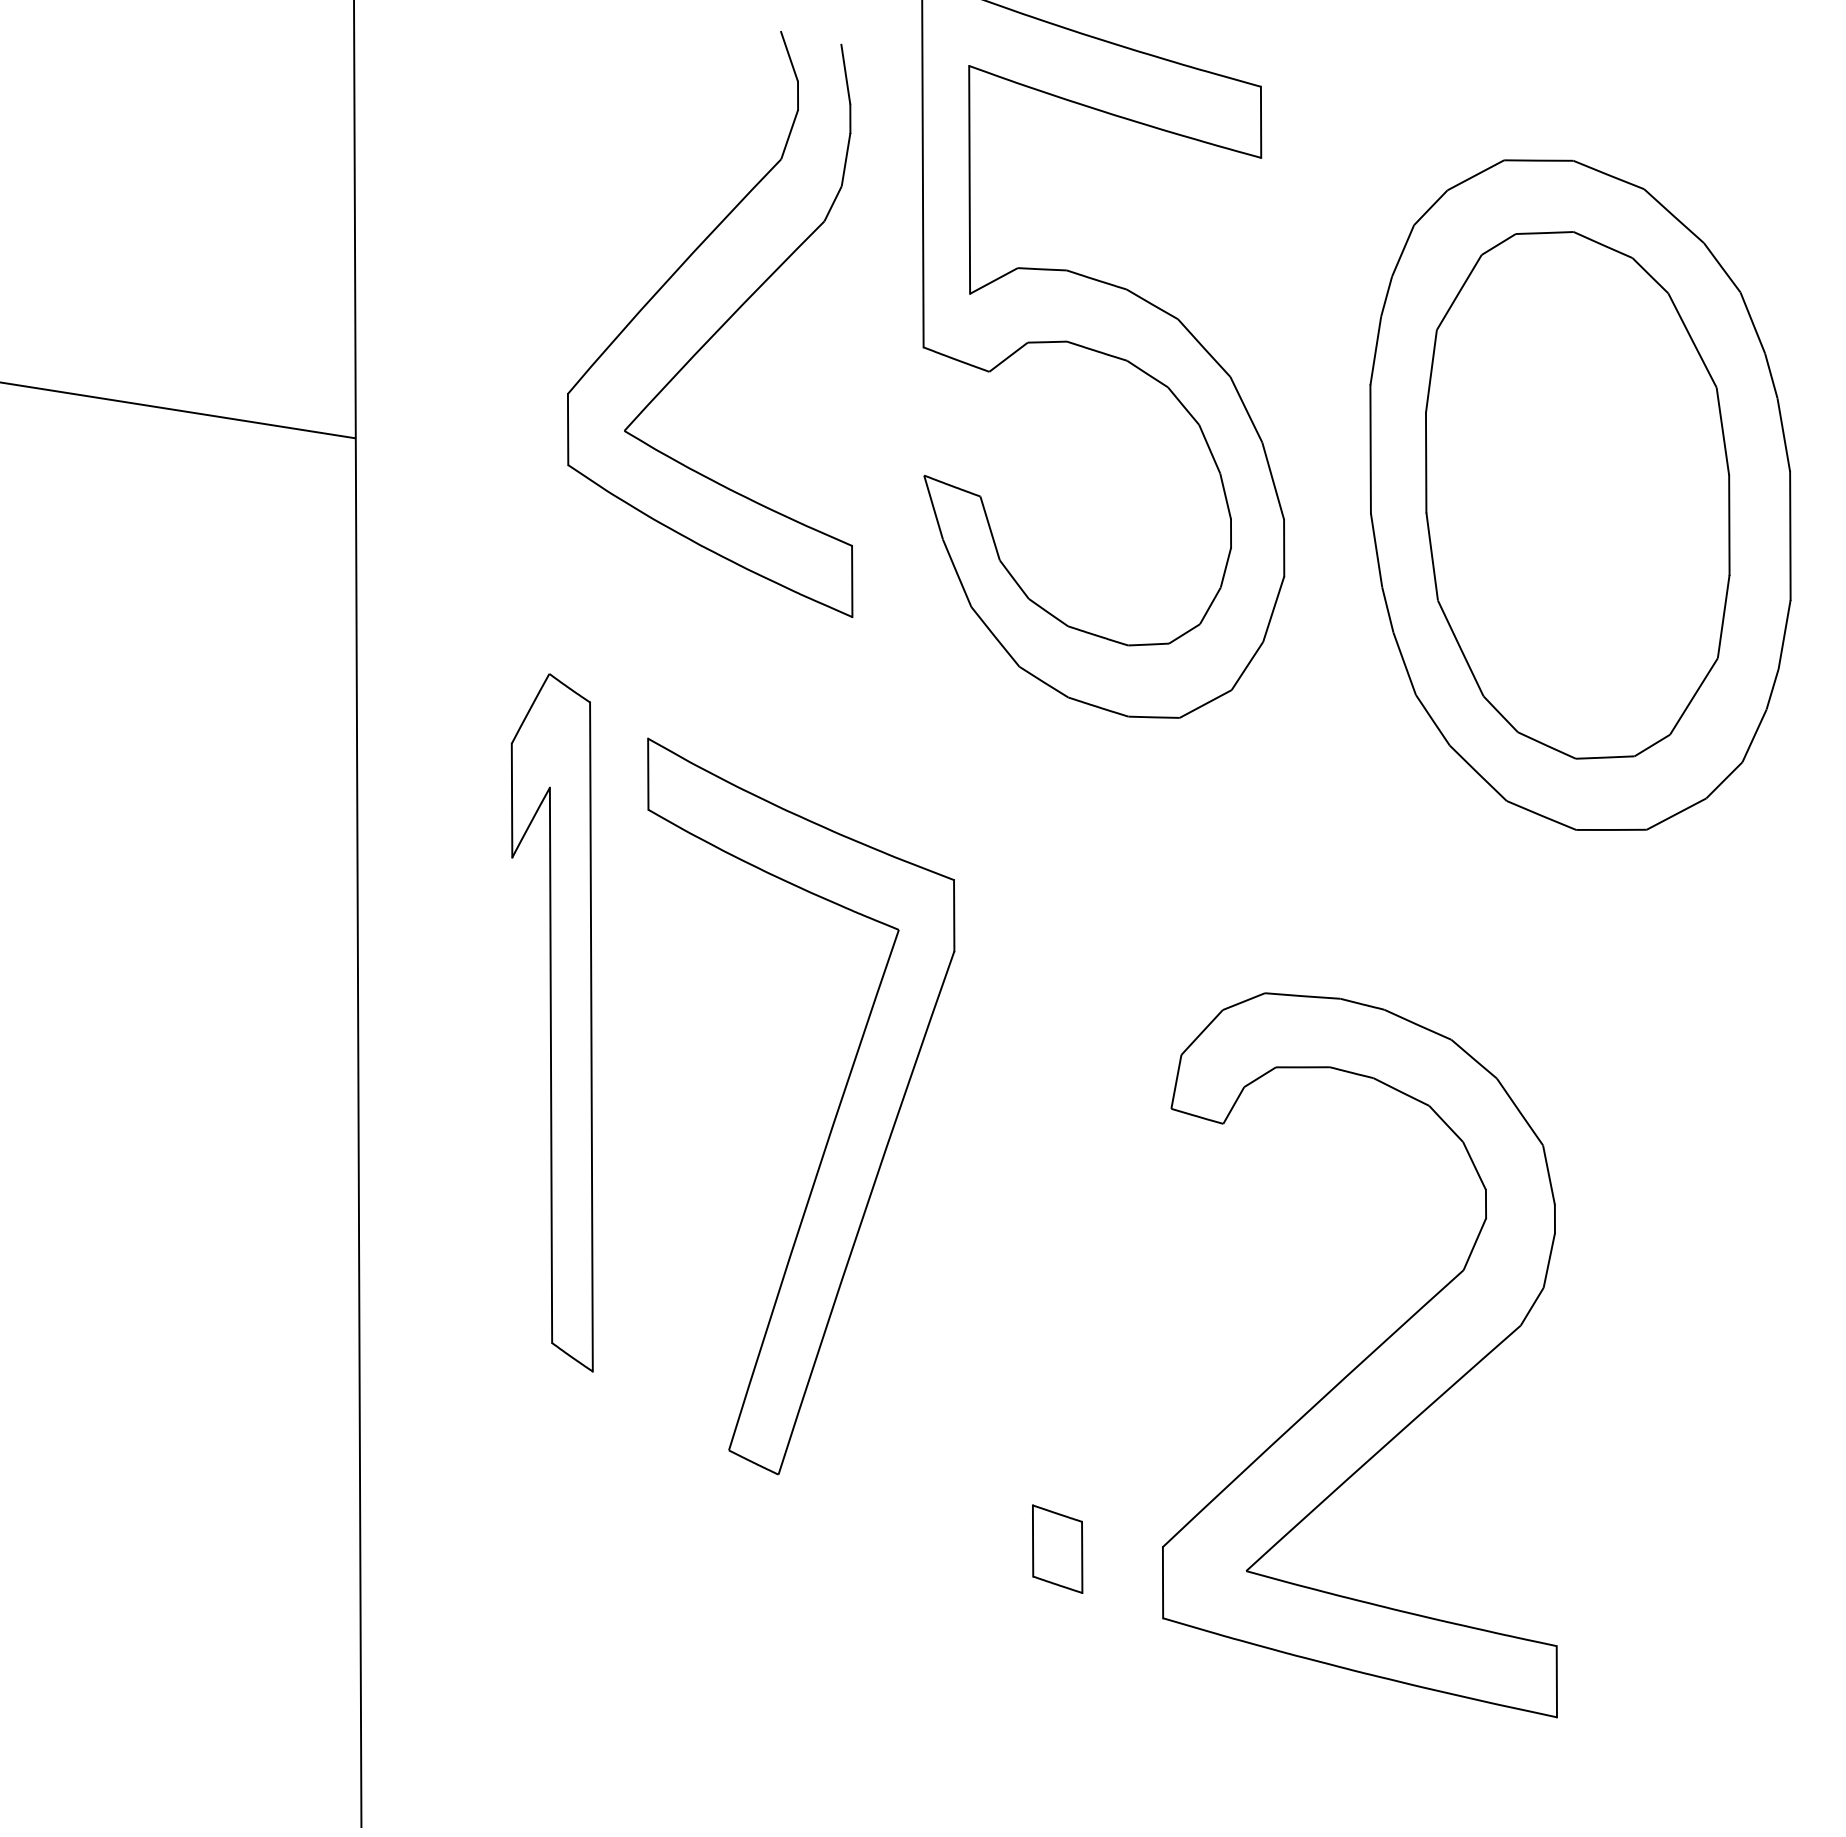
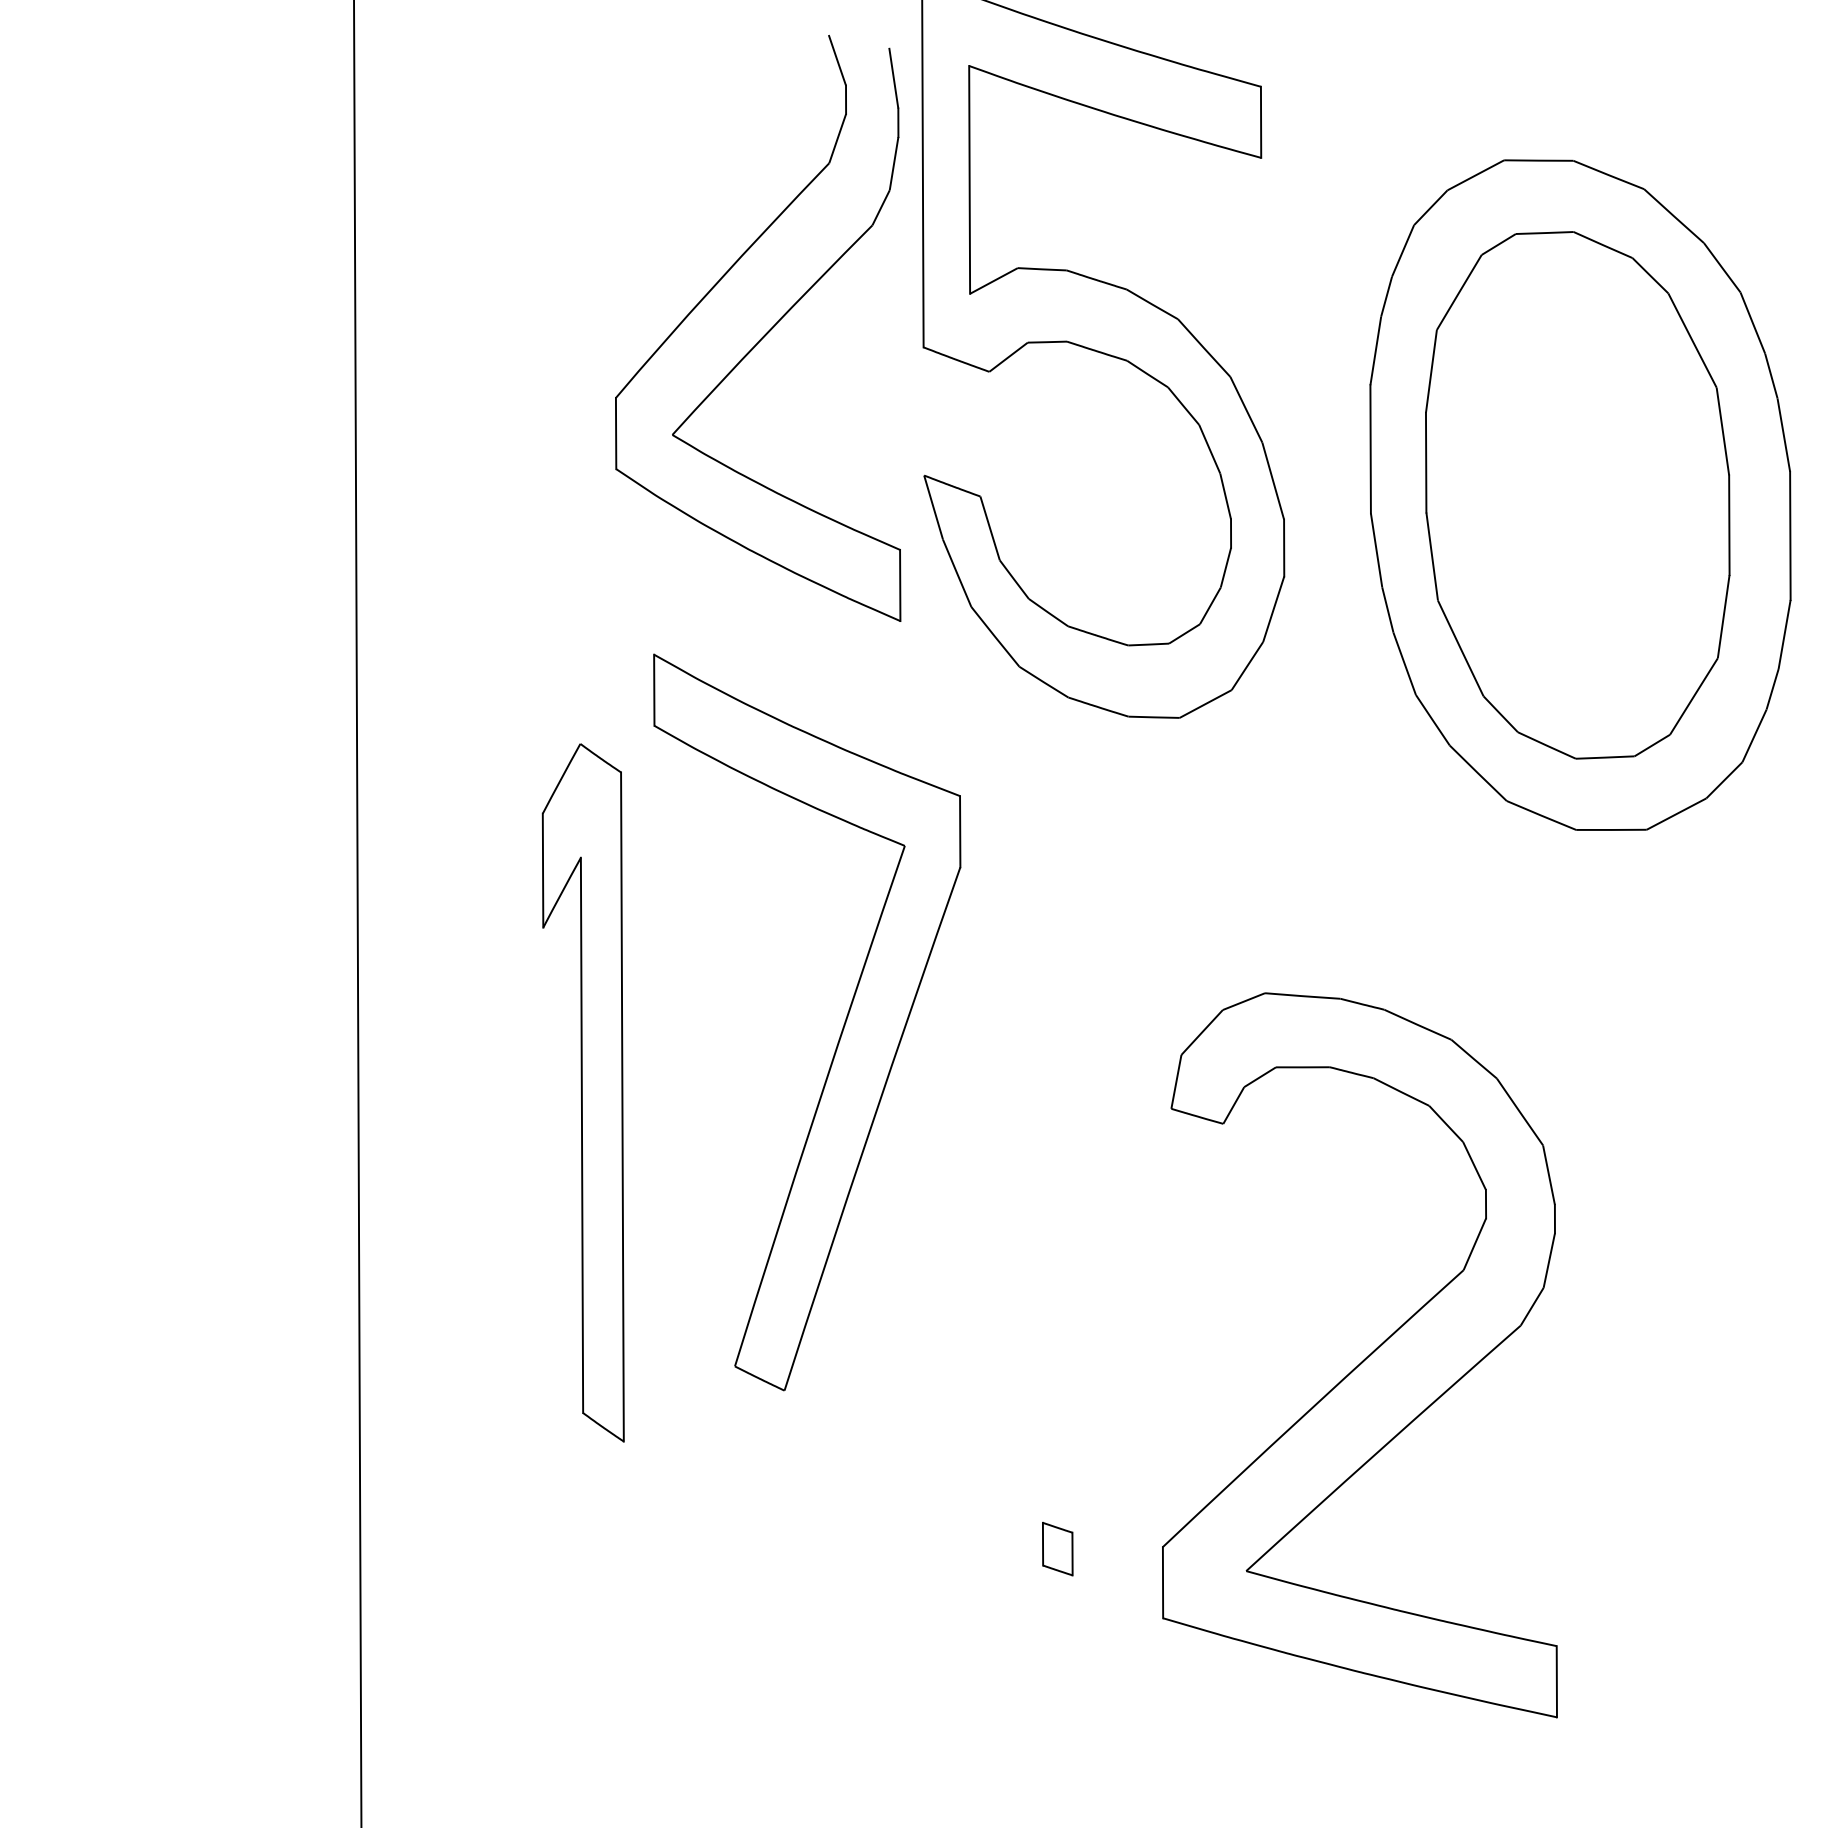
part at (716, 330) position: (716, 330) -> (764, 334)
line at (178, 410): present -> none
part at (551, 1022) position: (551, 1022) -> (582, 1092)
part at (834, 1117) position: (834, 1117) -> (840, 1033)
part at (1057, 1548) size: 52x90 px -> 32x55 px
